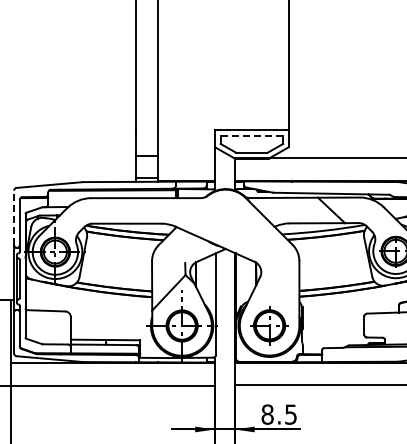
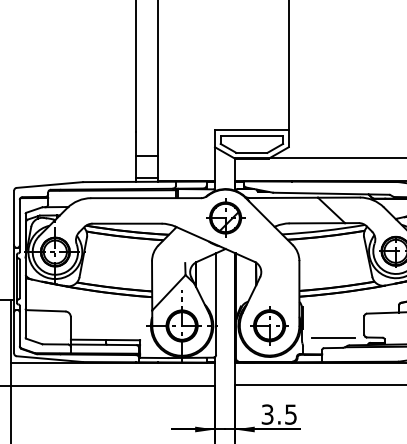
line at (252, 135): dashed -> solid
line at (14, 217): dashed -> solid
part at (225, 217): none -> present
line at (332, 337): none -> present
text at (267, 414): 8.5 -> 3.5
